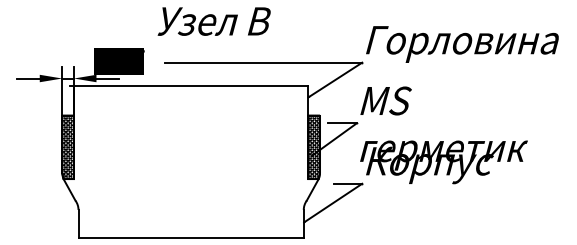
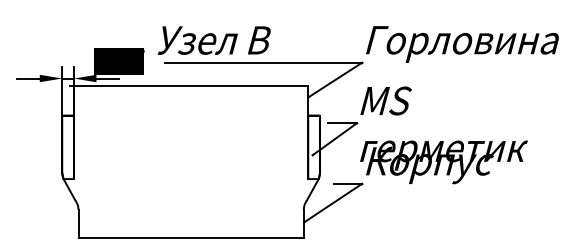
text at (213, 21) position: (213, 21) -> (213, 40)
hatch at (68, 147): present -> none
hatch at (314, 147): present -> none
